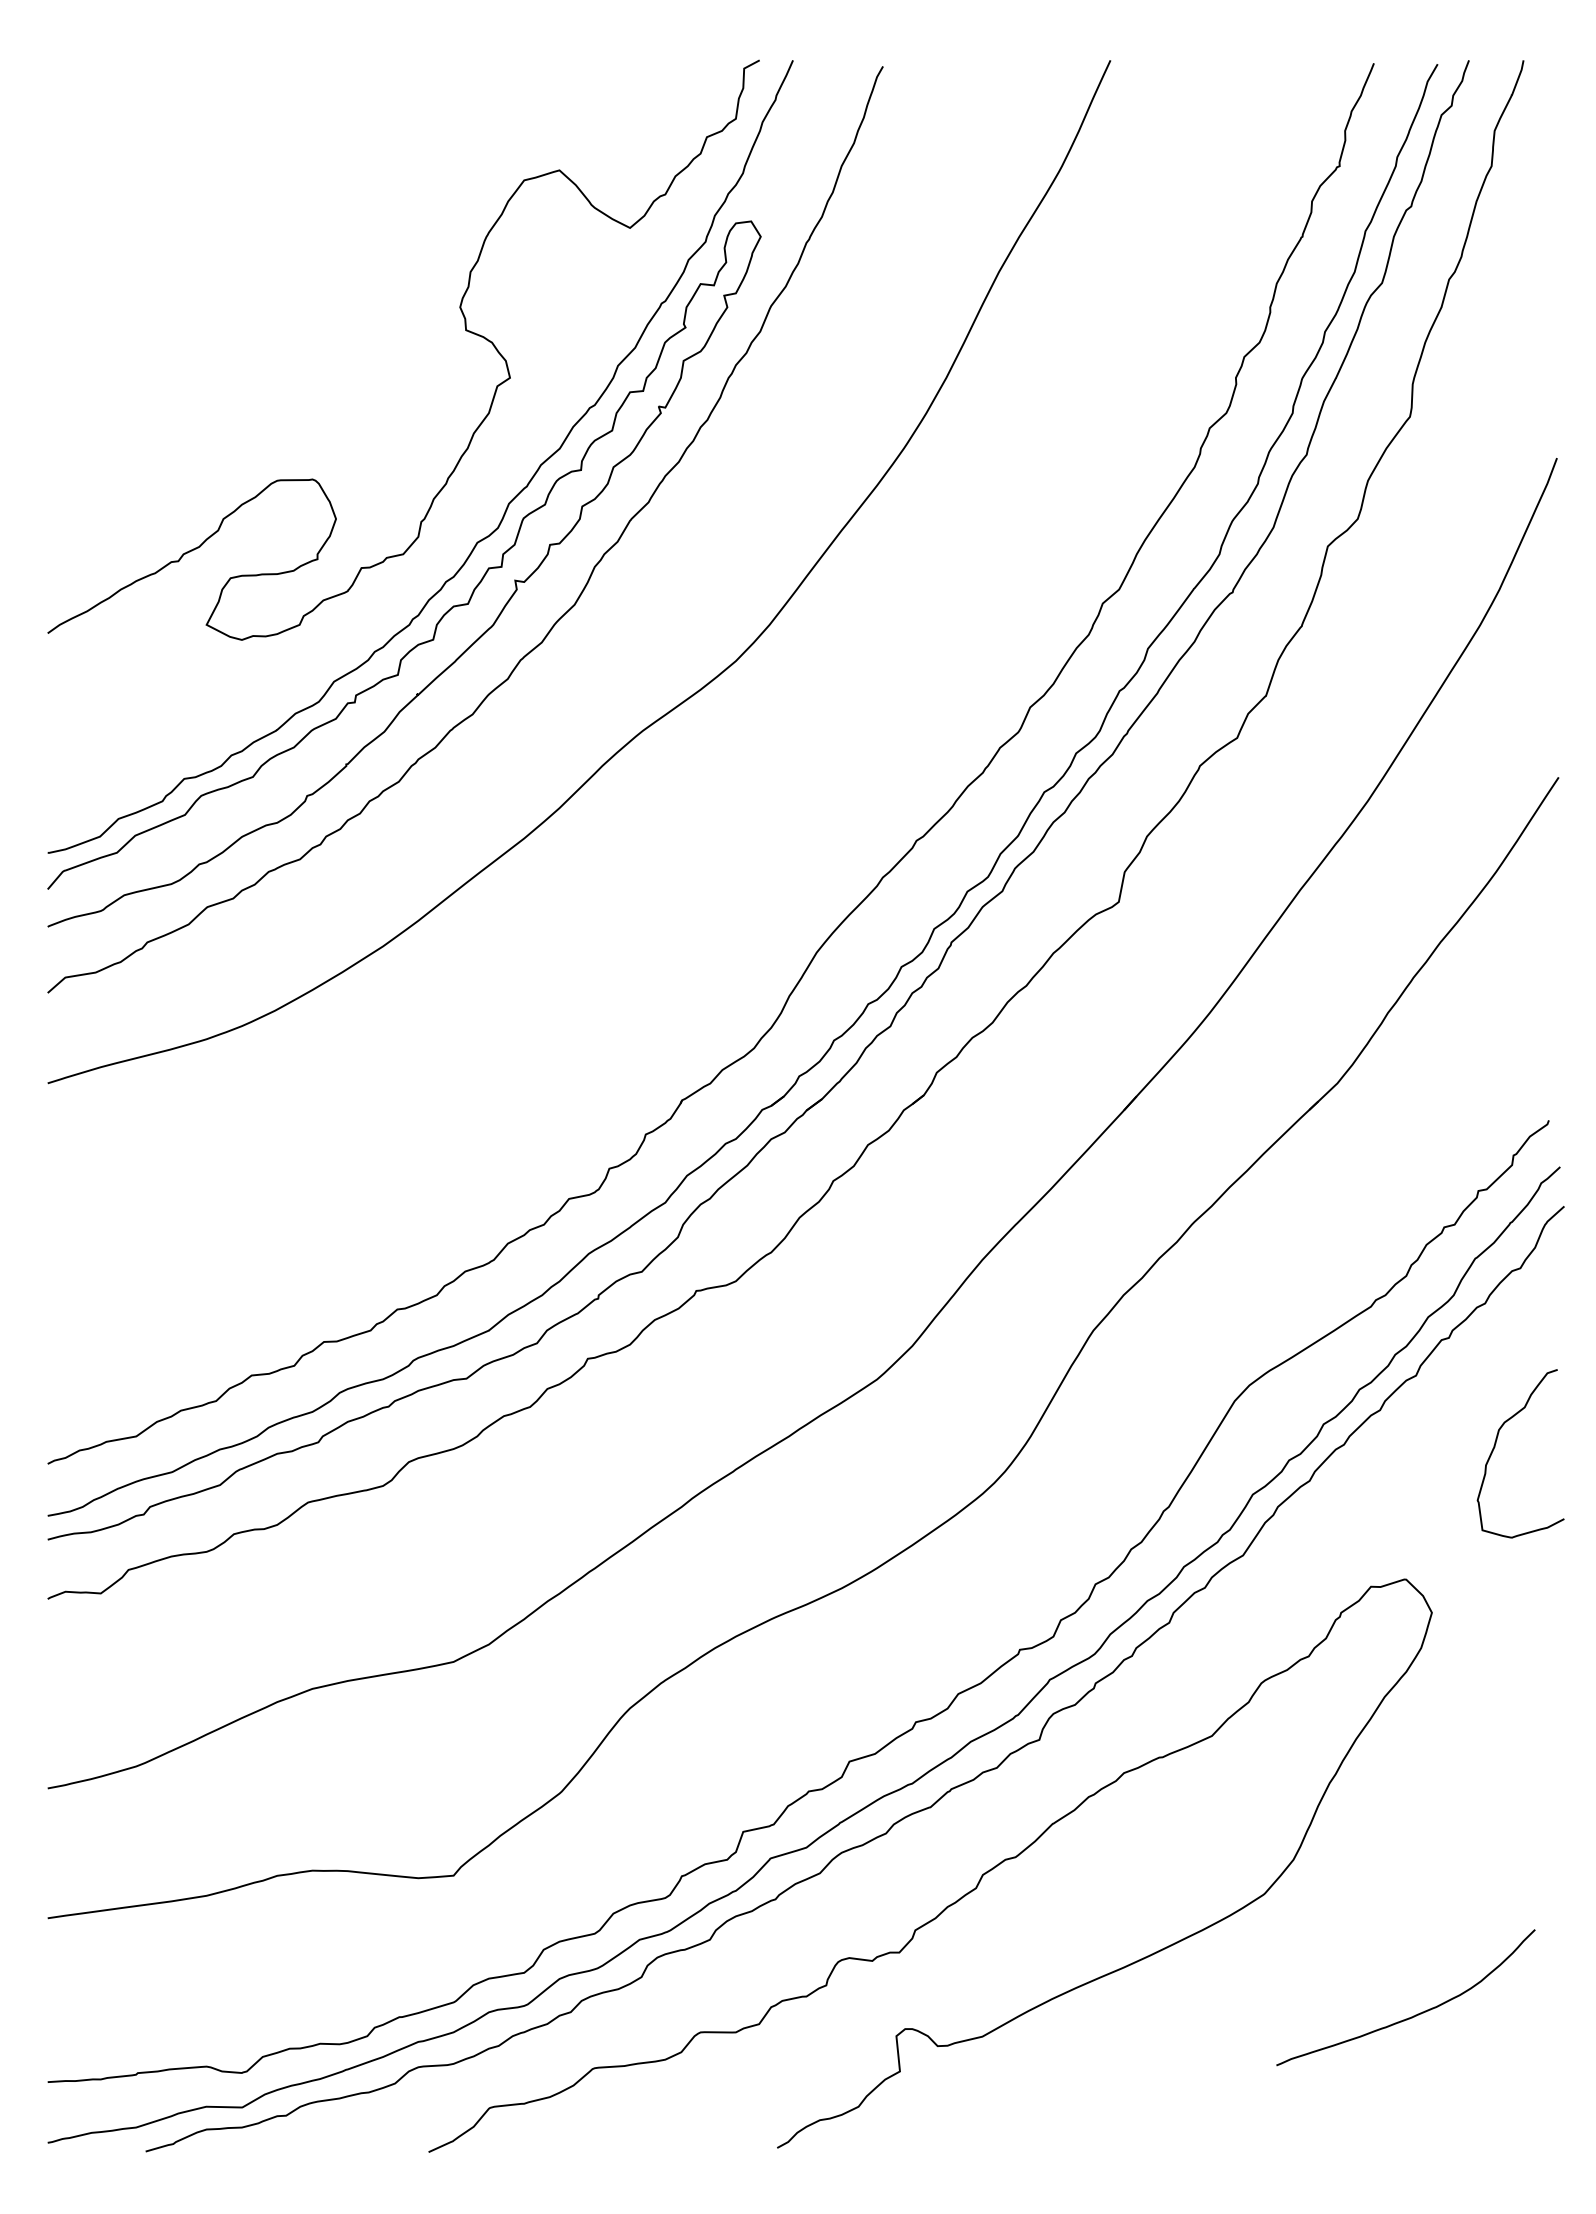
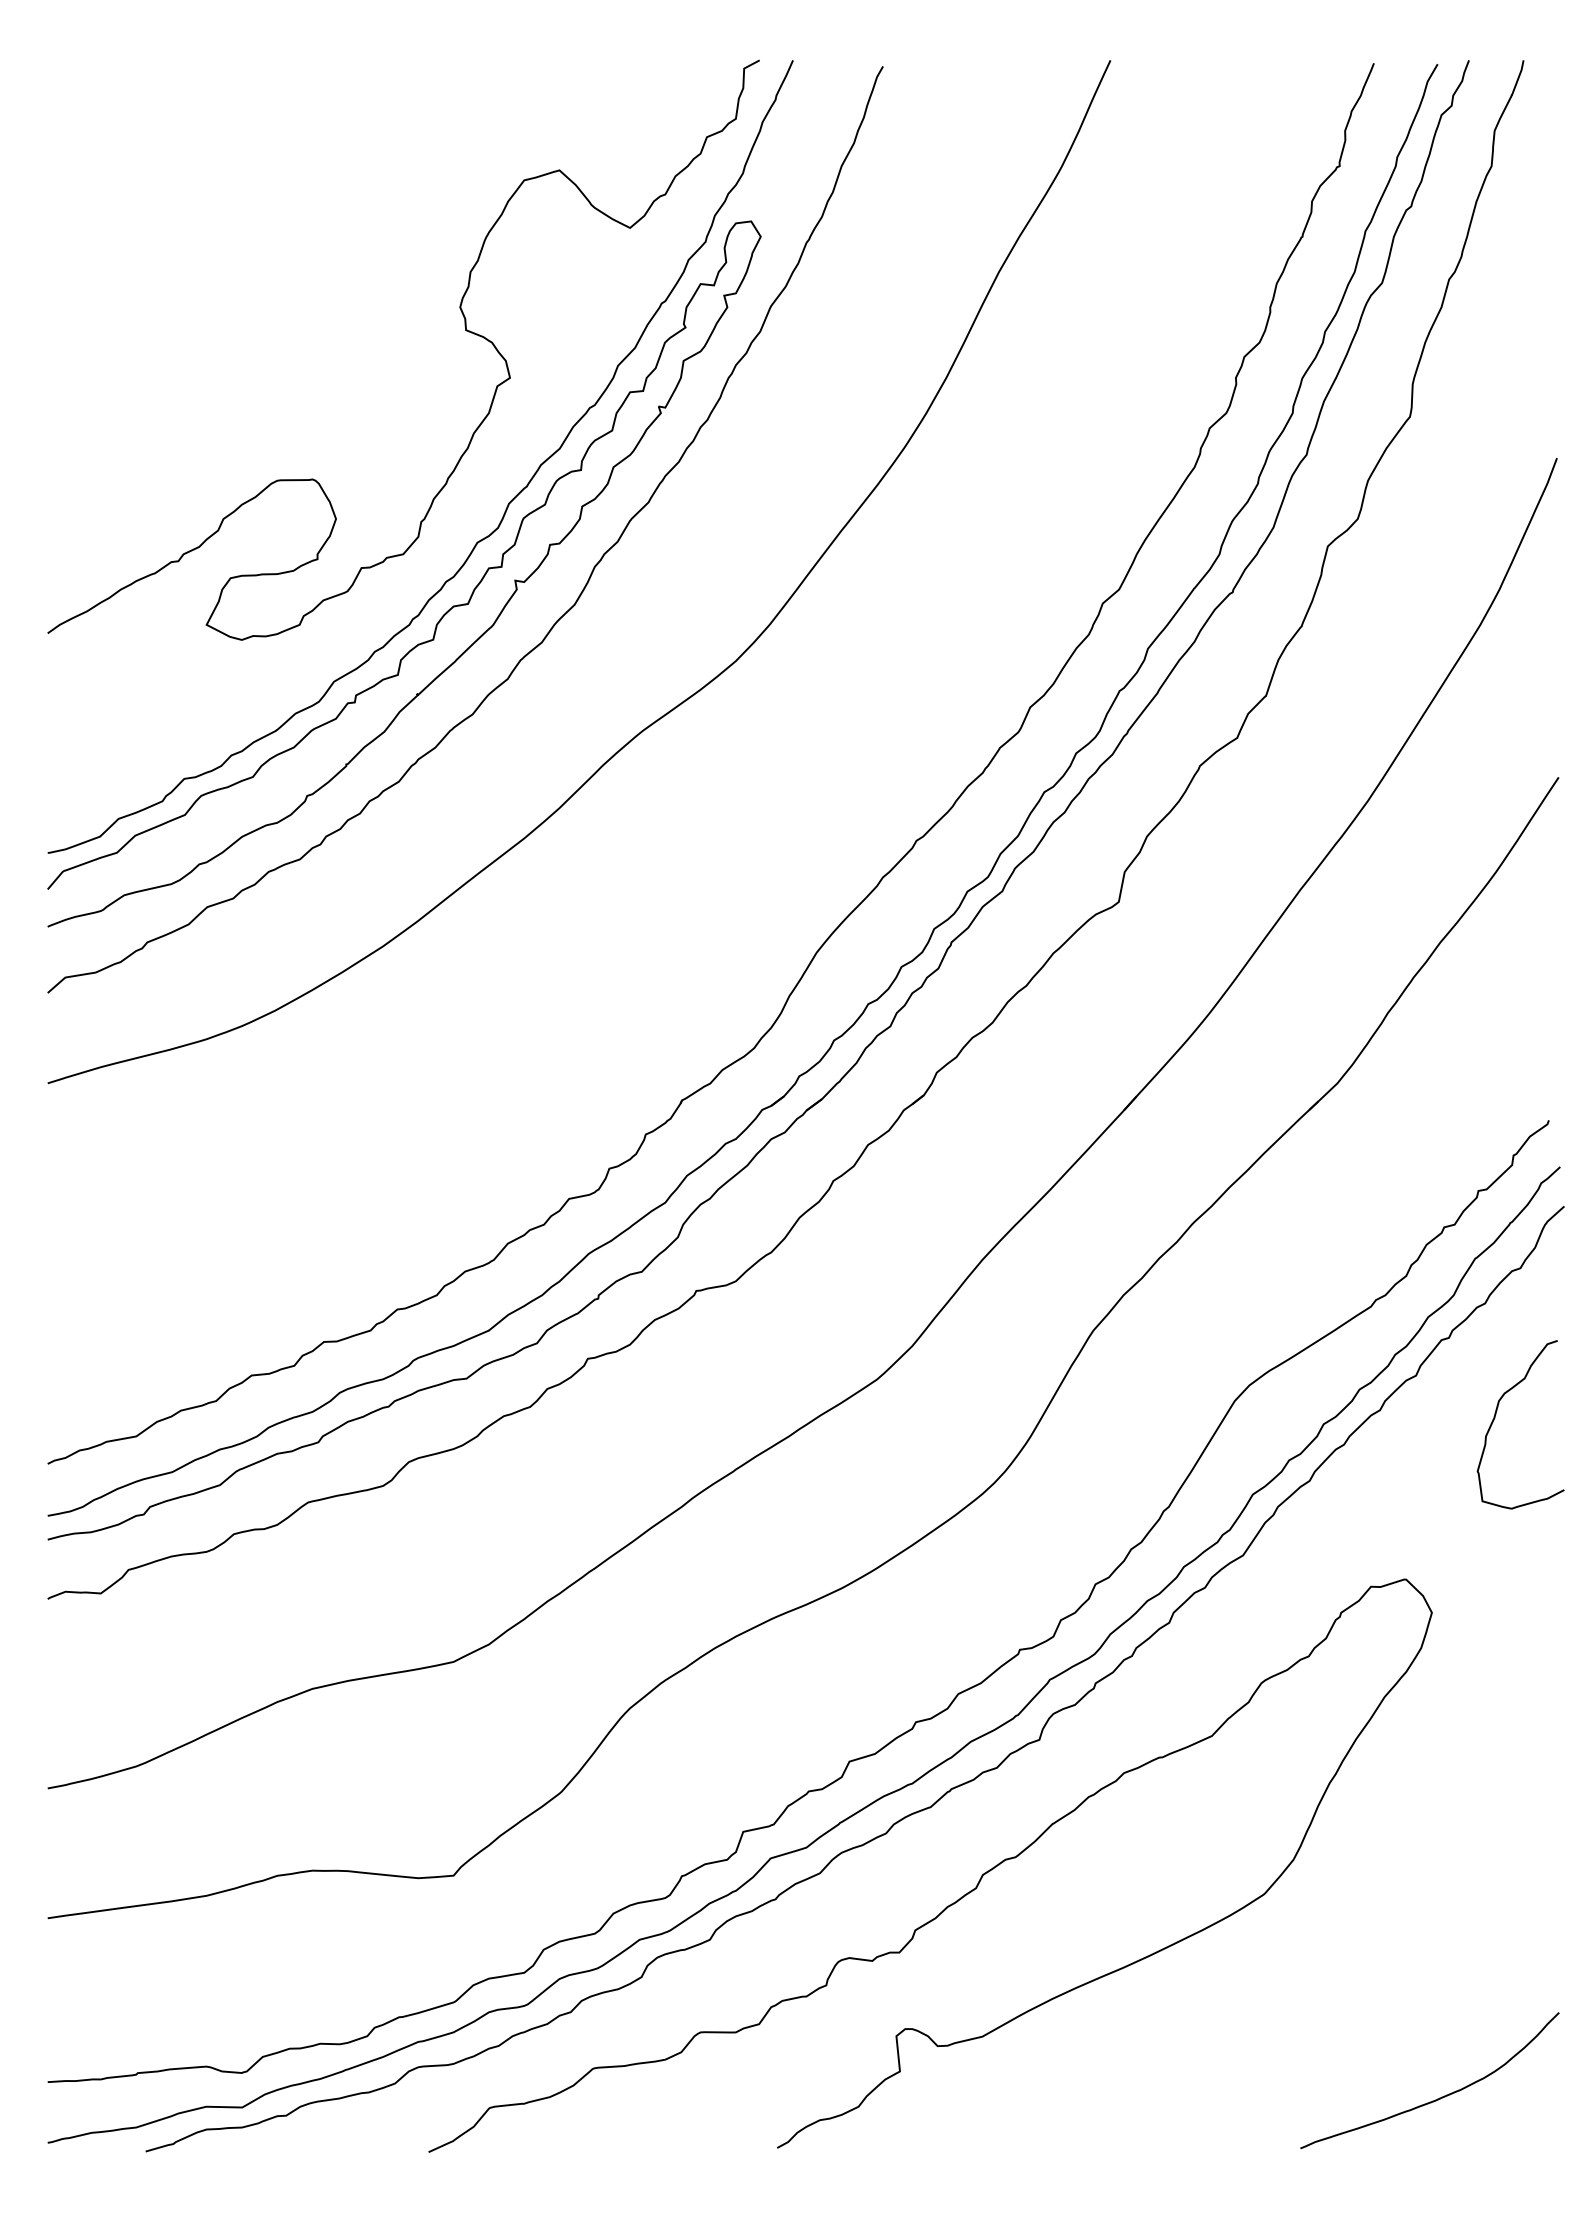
curve at (1495, 1447) position: (1495, 1447) -> (1495, 1418)
curve at (1413, 2015) position: (1413, 2015) -> (1437, 2098)
